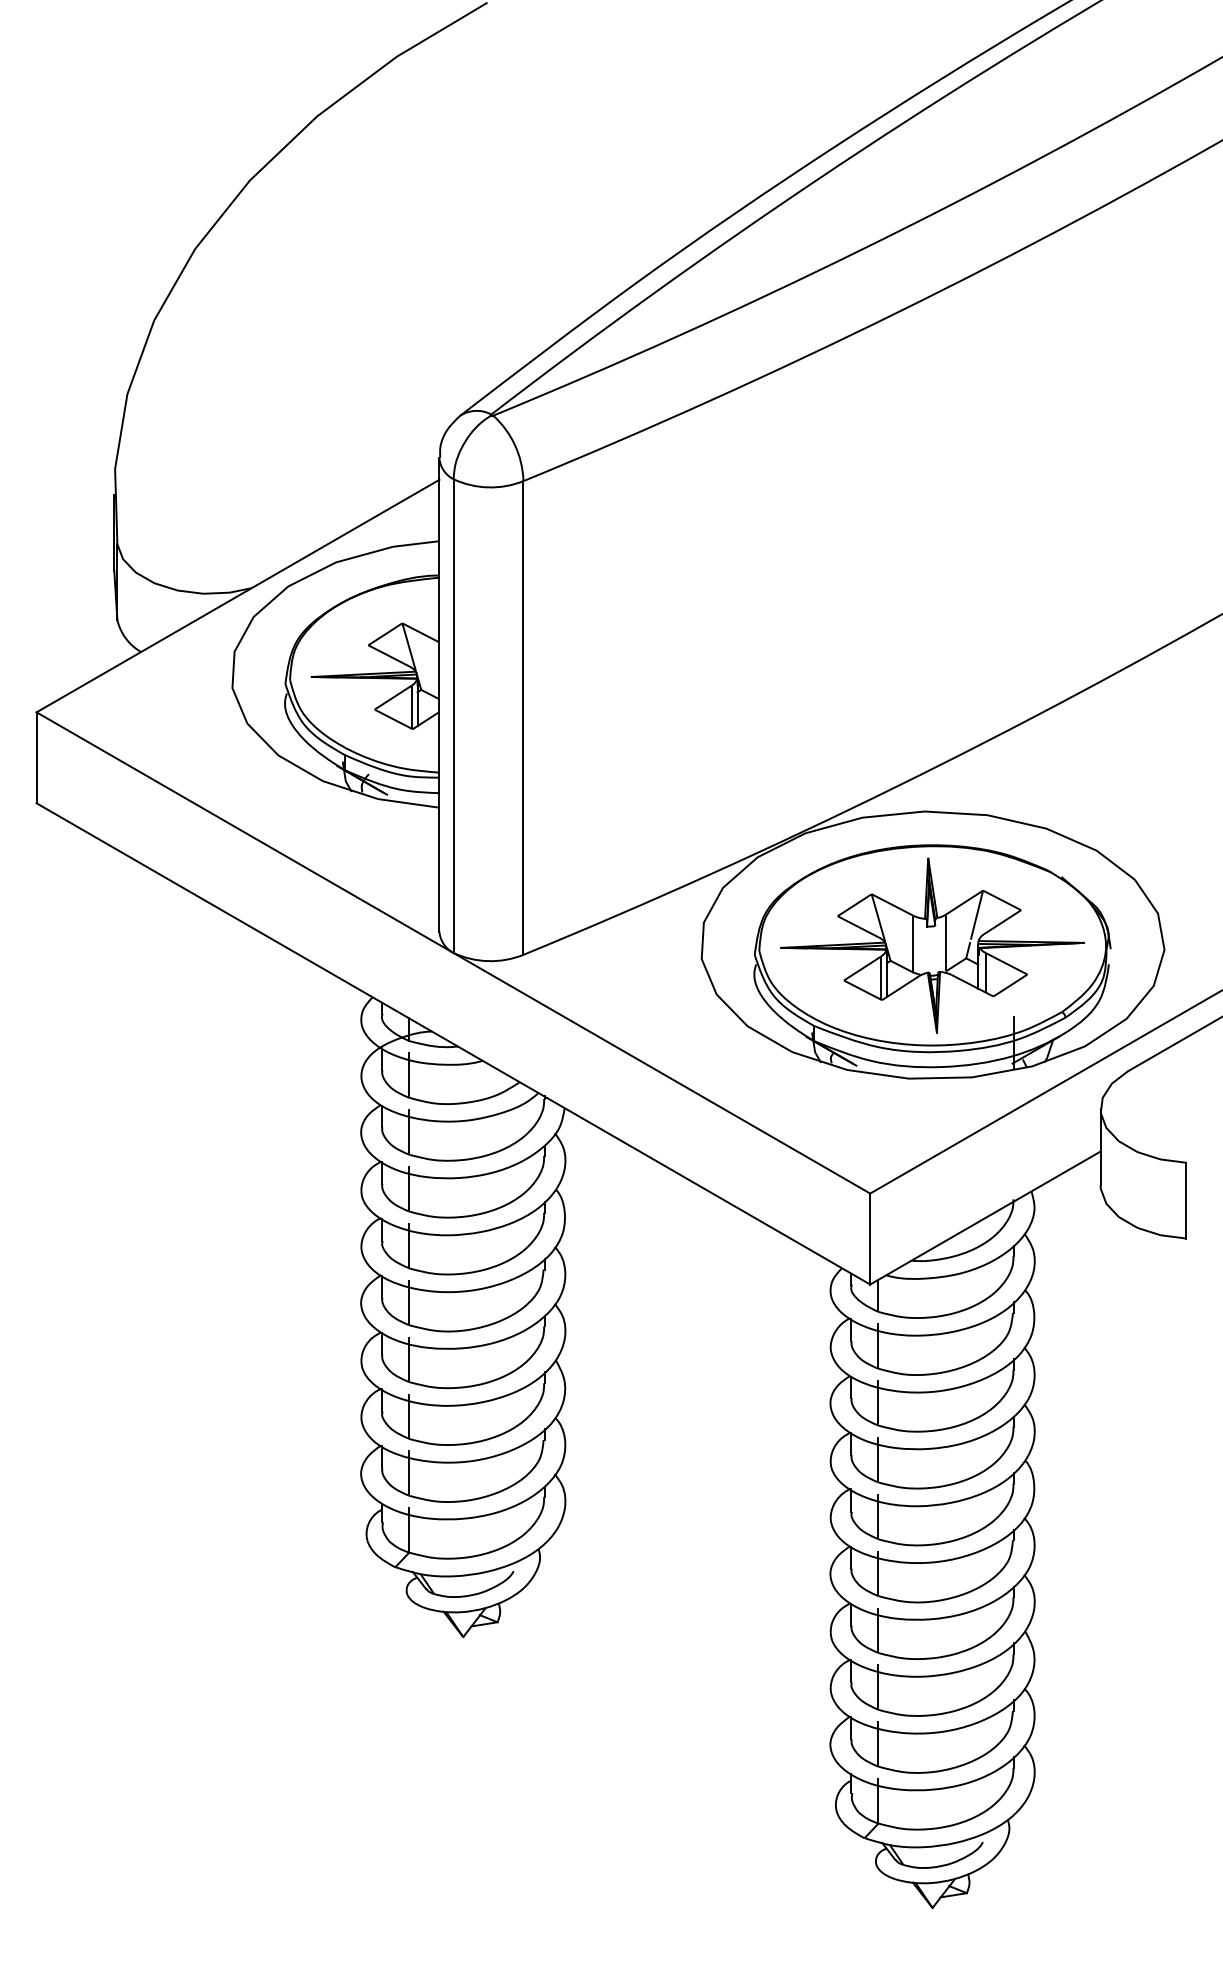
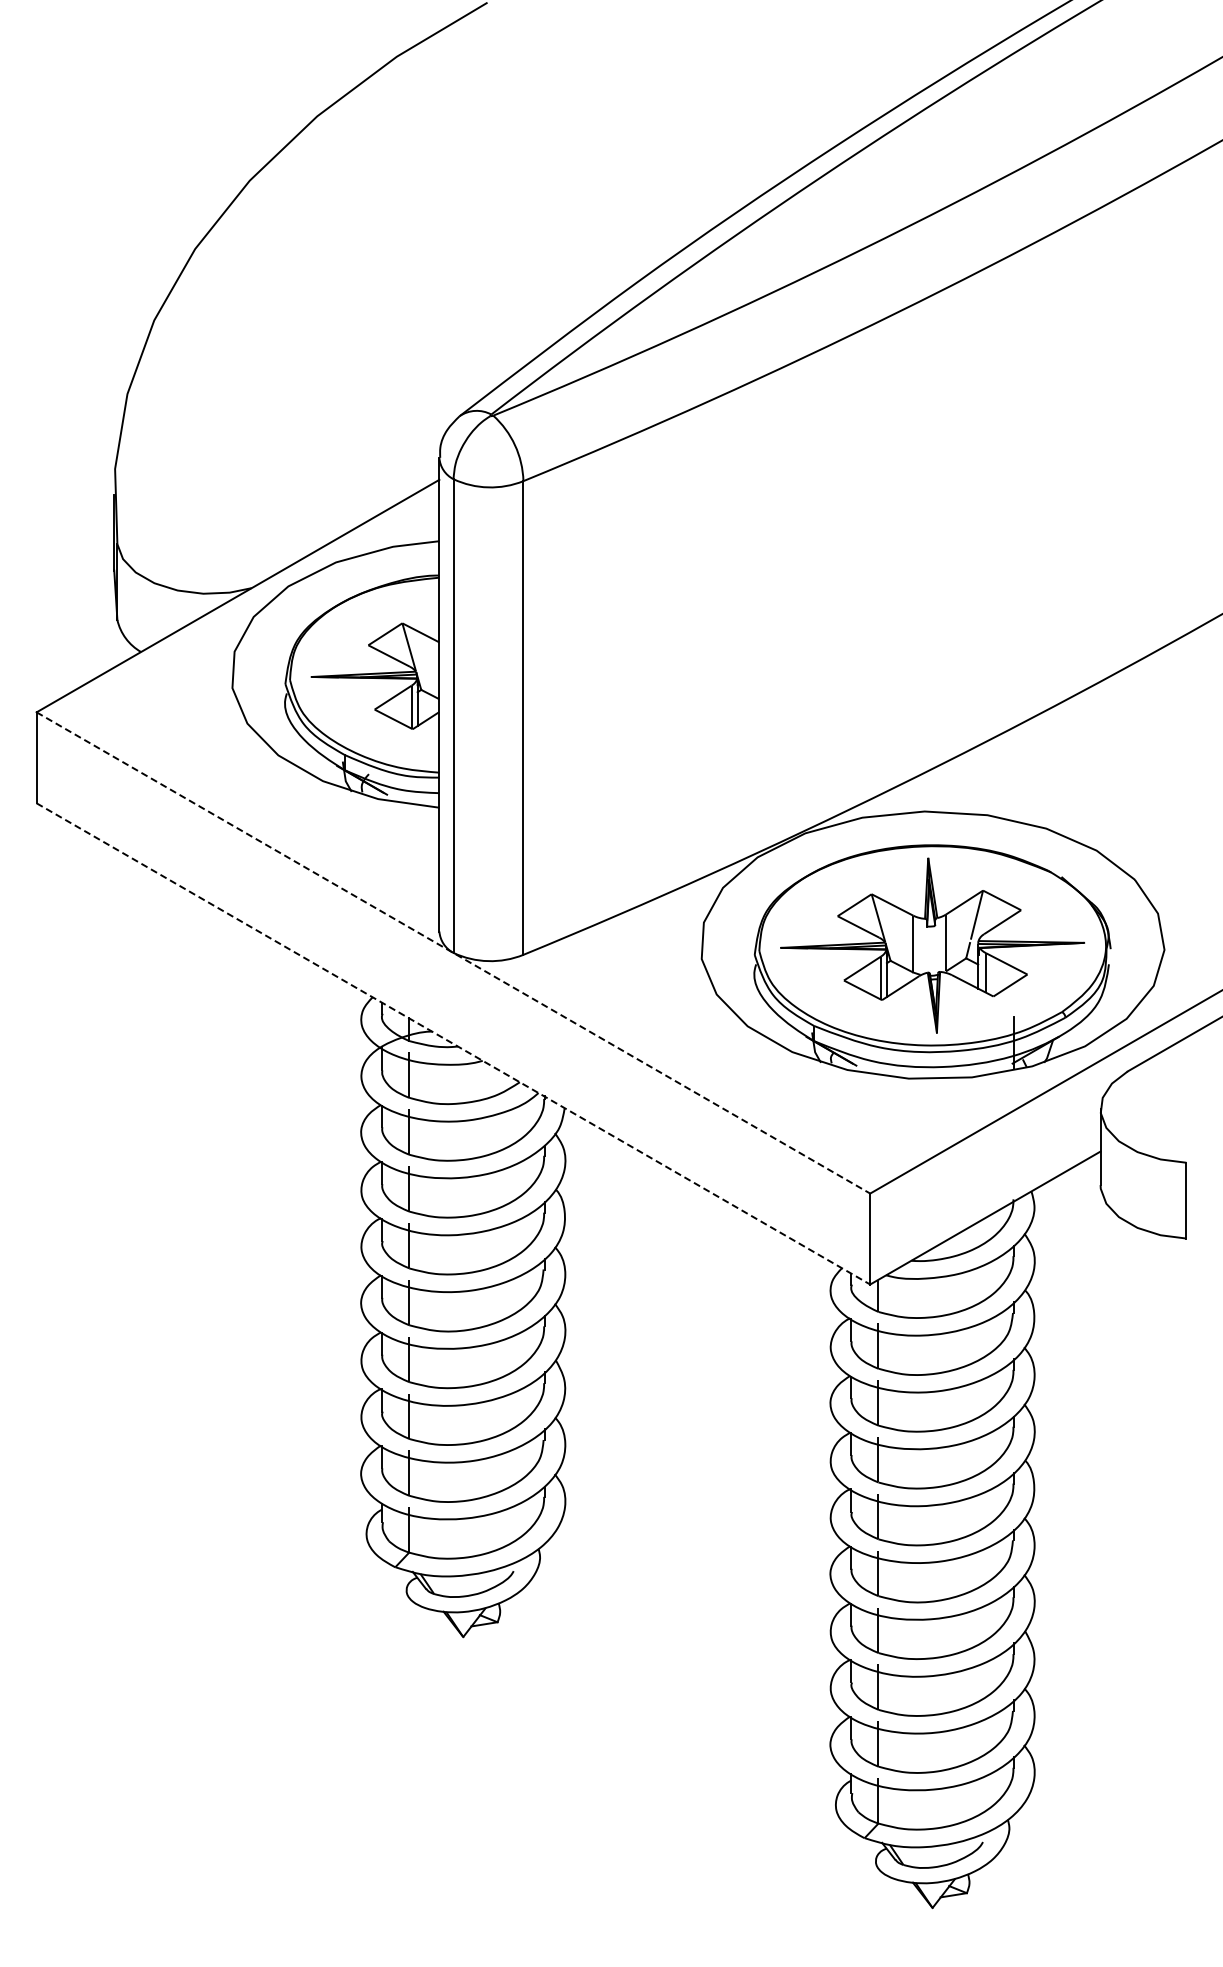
line at (453, 953): solid -> dashed
line at (453, 1044): solid -> dashed
